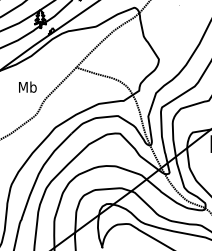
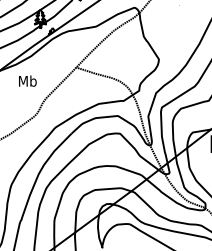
text at (27, 86) position: (27, 86) -> (27, 80)
